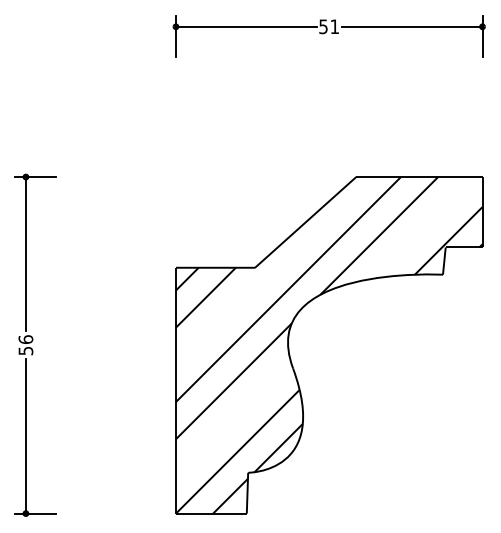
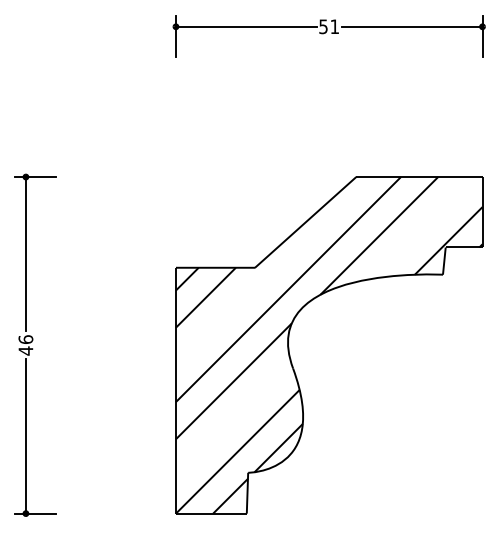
text at (25, 350): 56 -> 46
